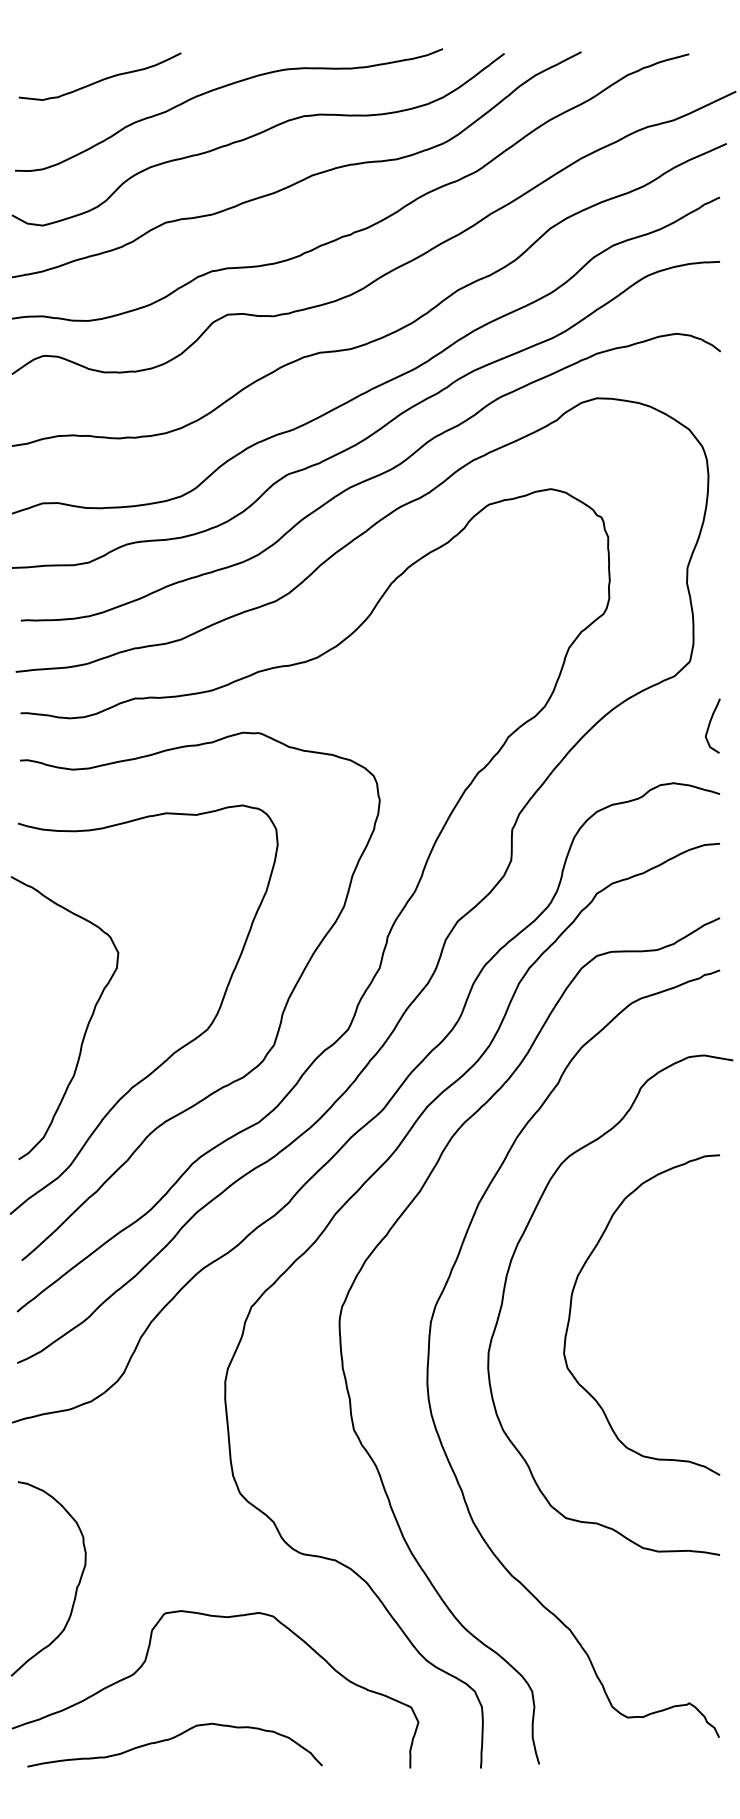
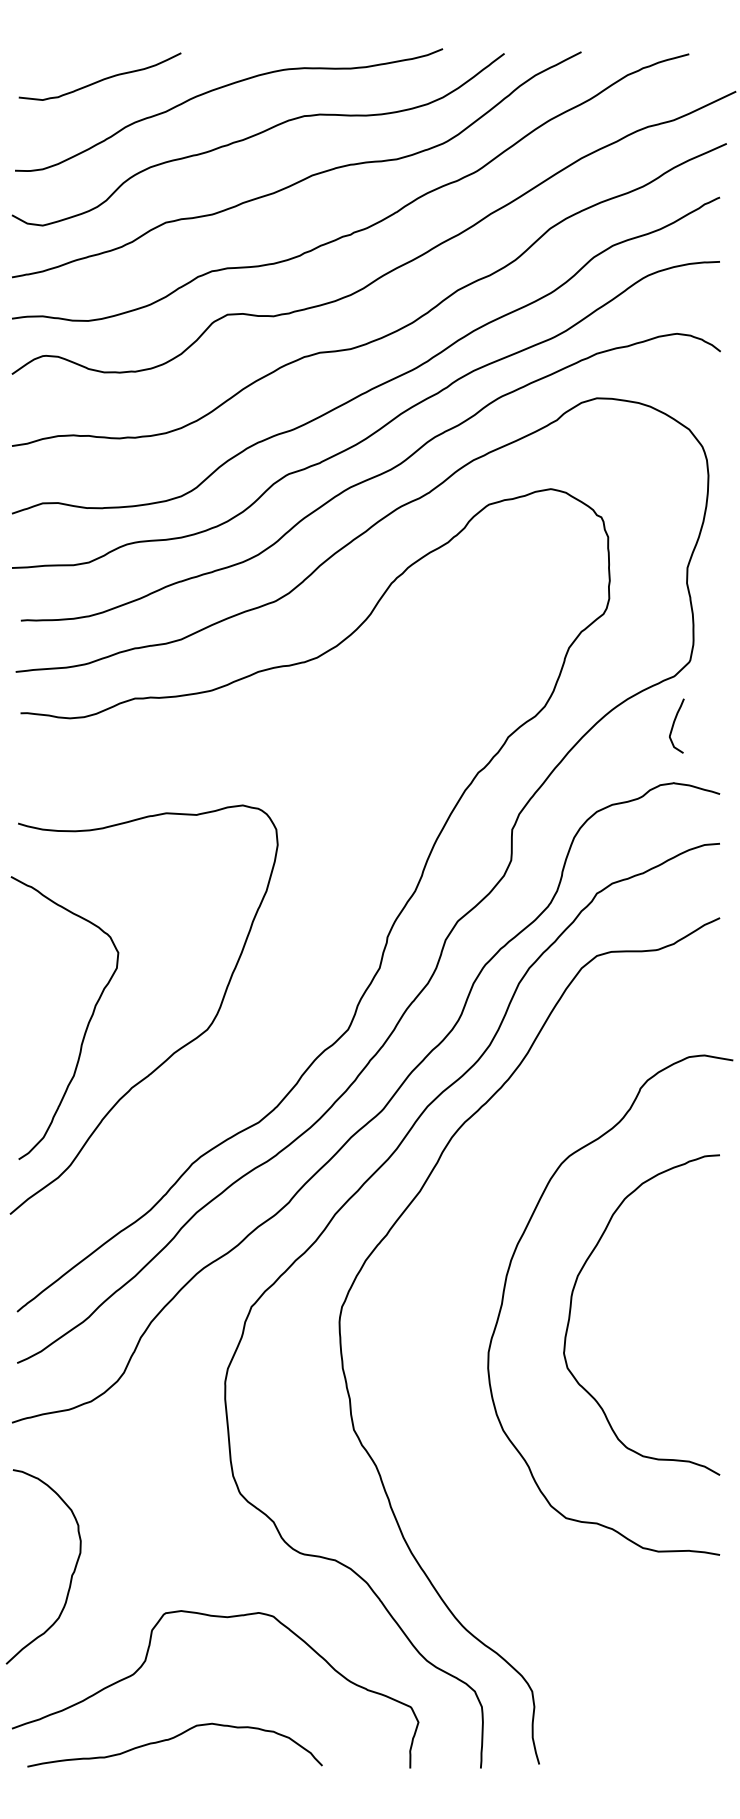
curve at (710, 724) position: (710, 724) -> (674, 724)
curve at (281, 1013): present -> none
curve at (430, 1341): present -> none
curve at (76, 1586) position: (76, 1586) -> (71, 1574)
